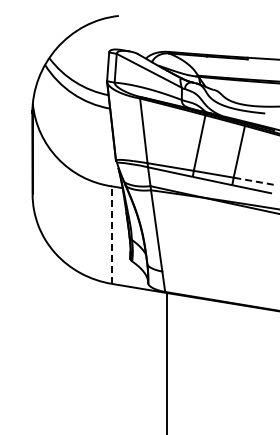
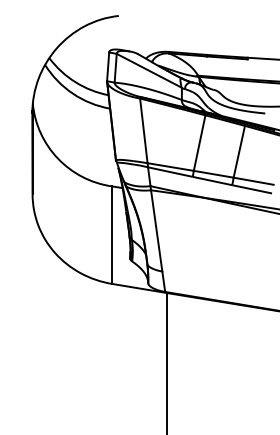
line at (253, 181): dashed -> solid
line at (112, 235): dashed -> solid
